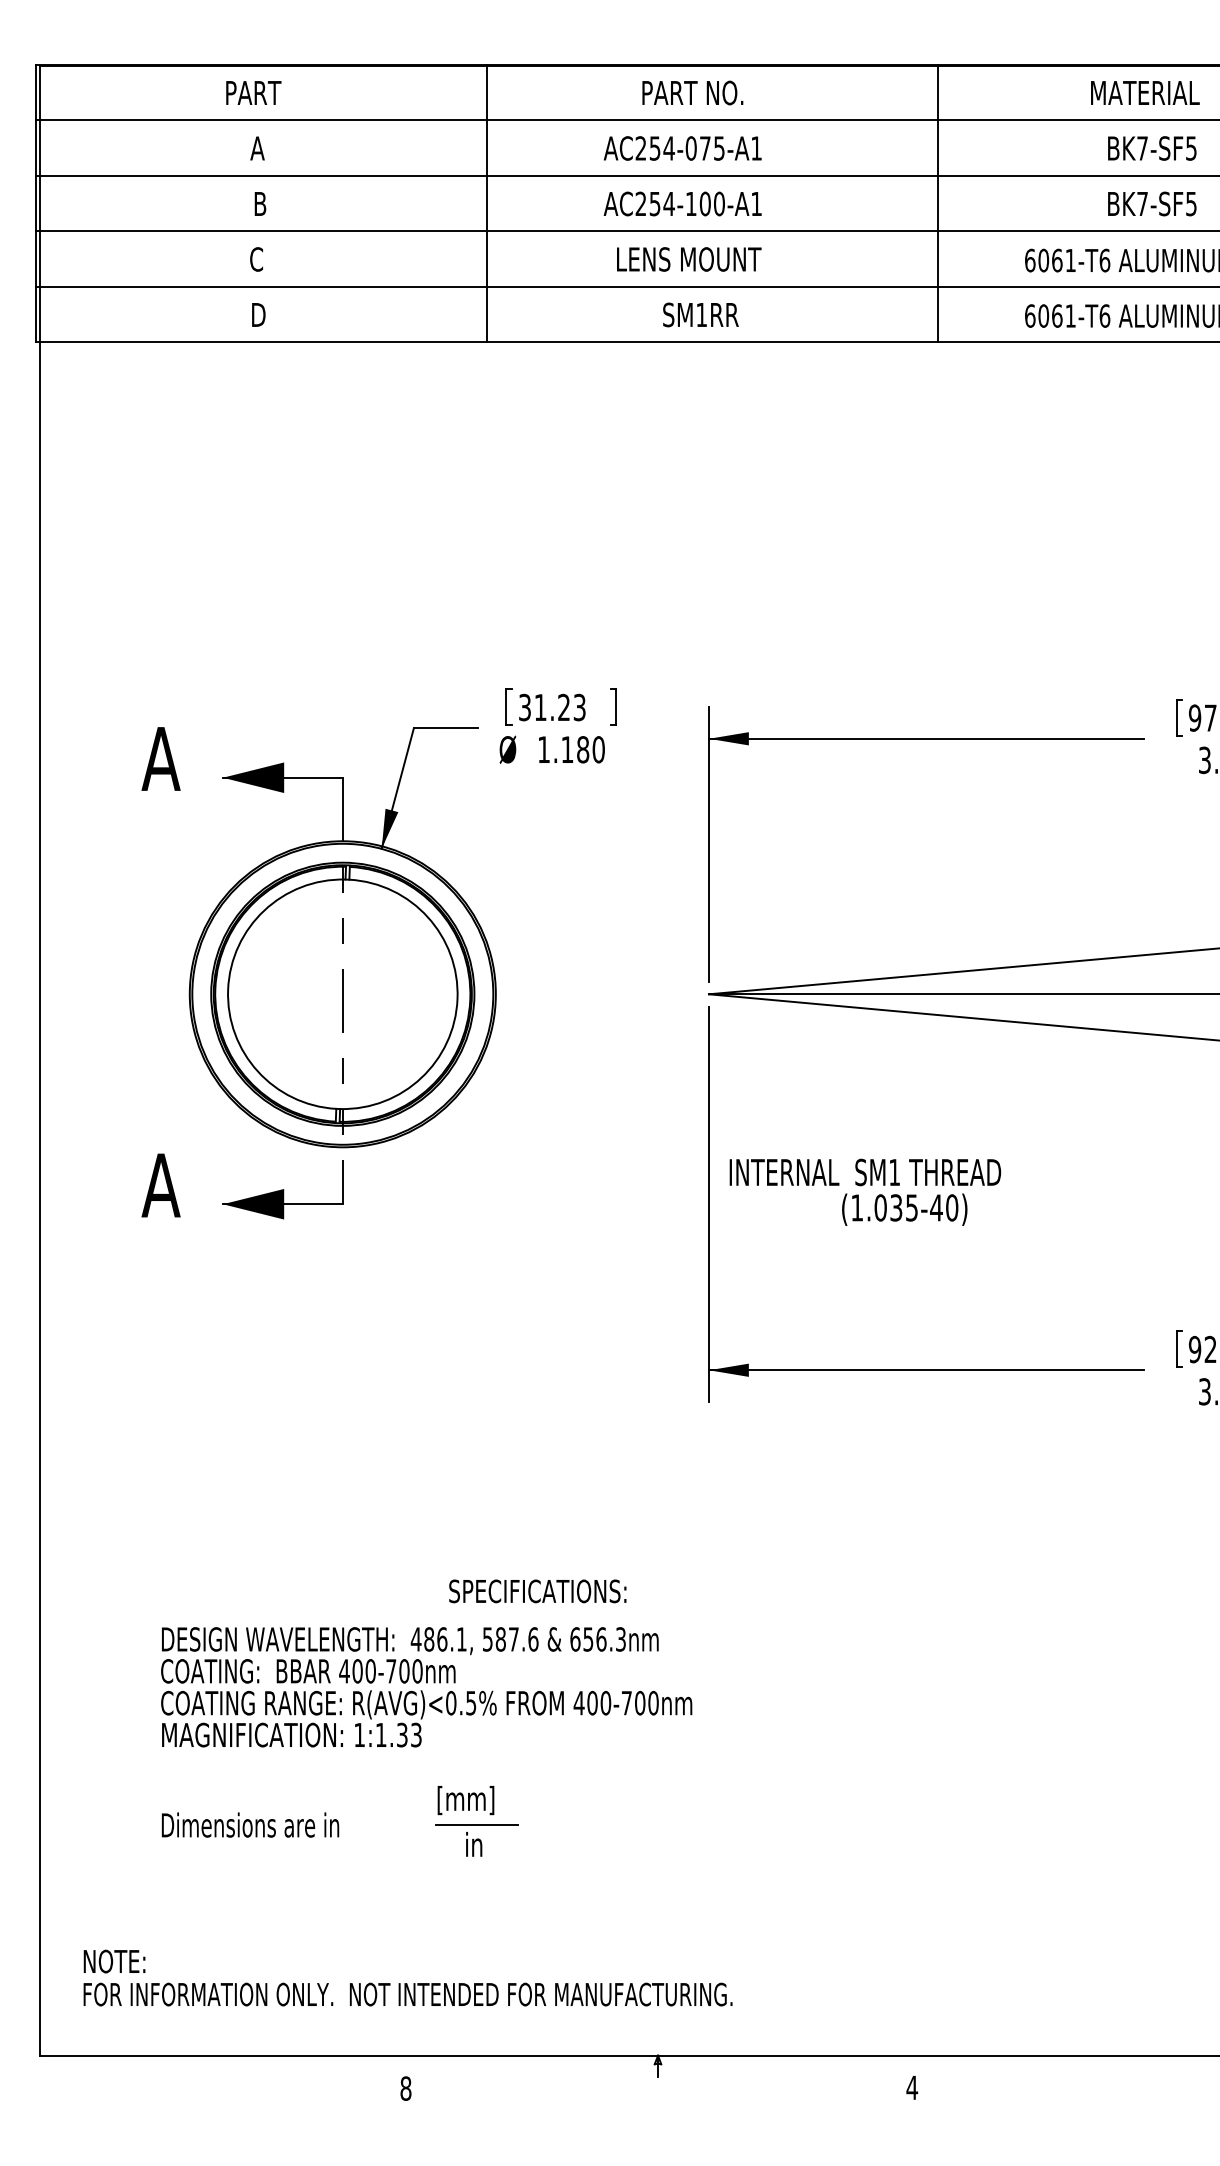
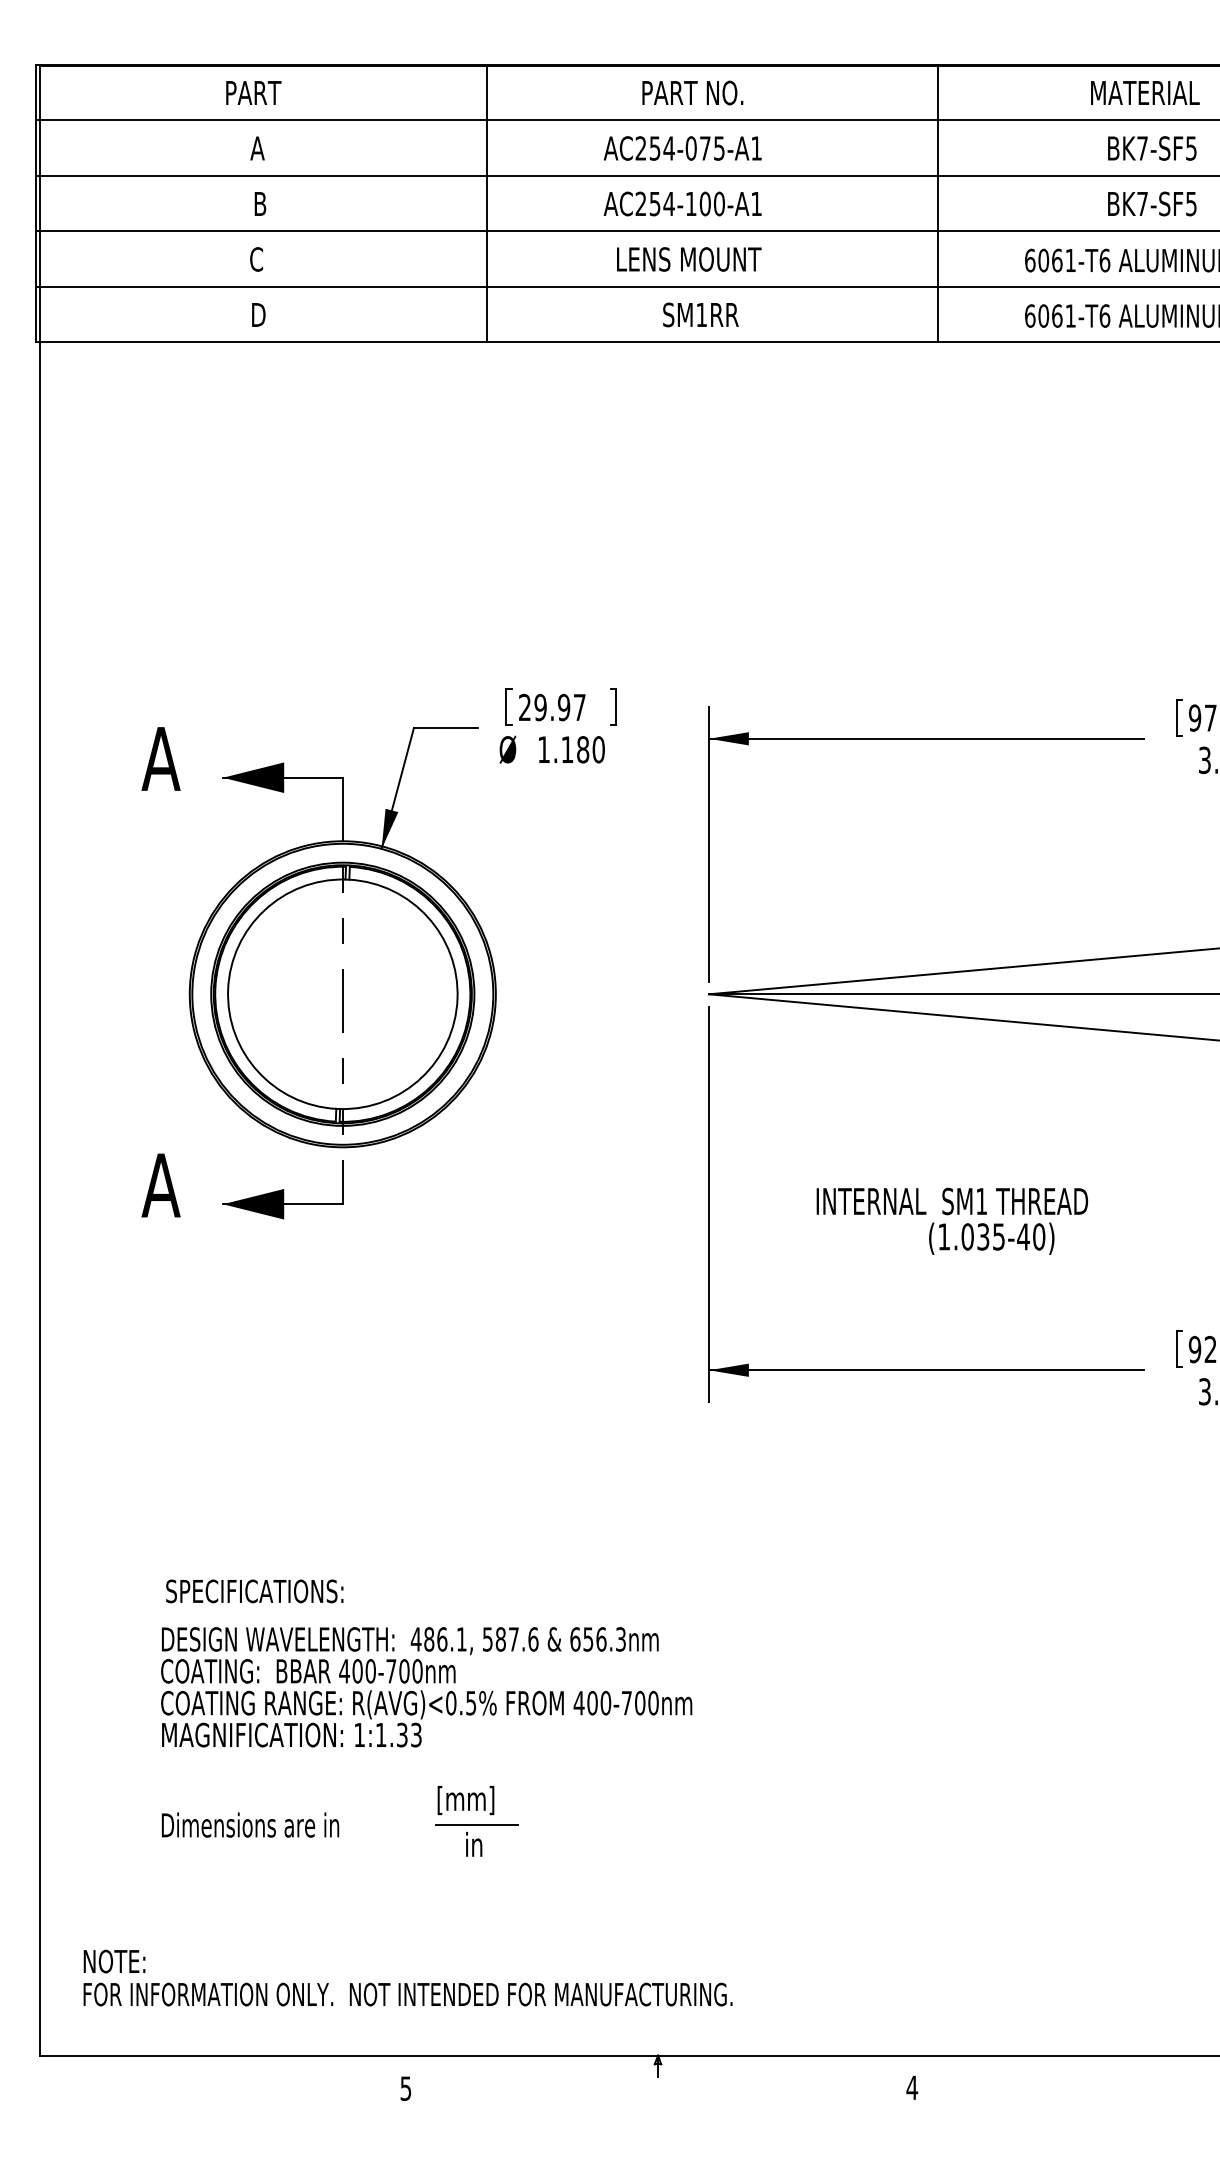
text at (552, 707): 31.23 -> 29.97
text at (865, 1191) position: (865, 1191) -> (952, 1220)
text at (537, 1591) position: (537, 1591) -> (254, 1591)
text at (405, 2088): 8 -> 5
